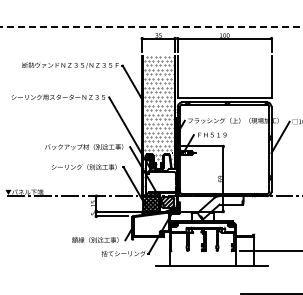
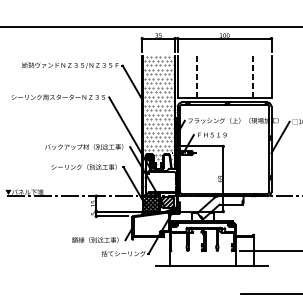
line at (151, 27): dashed -> solid
line at (196, 76): none -> present
line at (252, 76): none -> present
